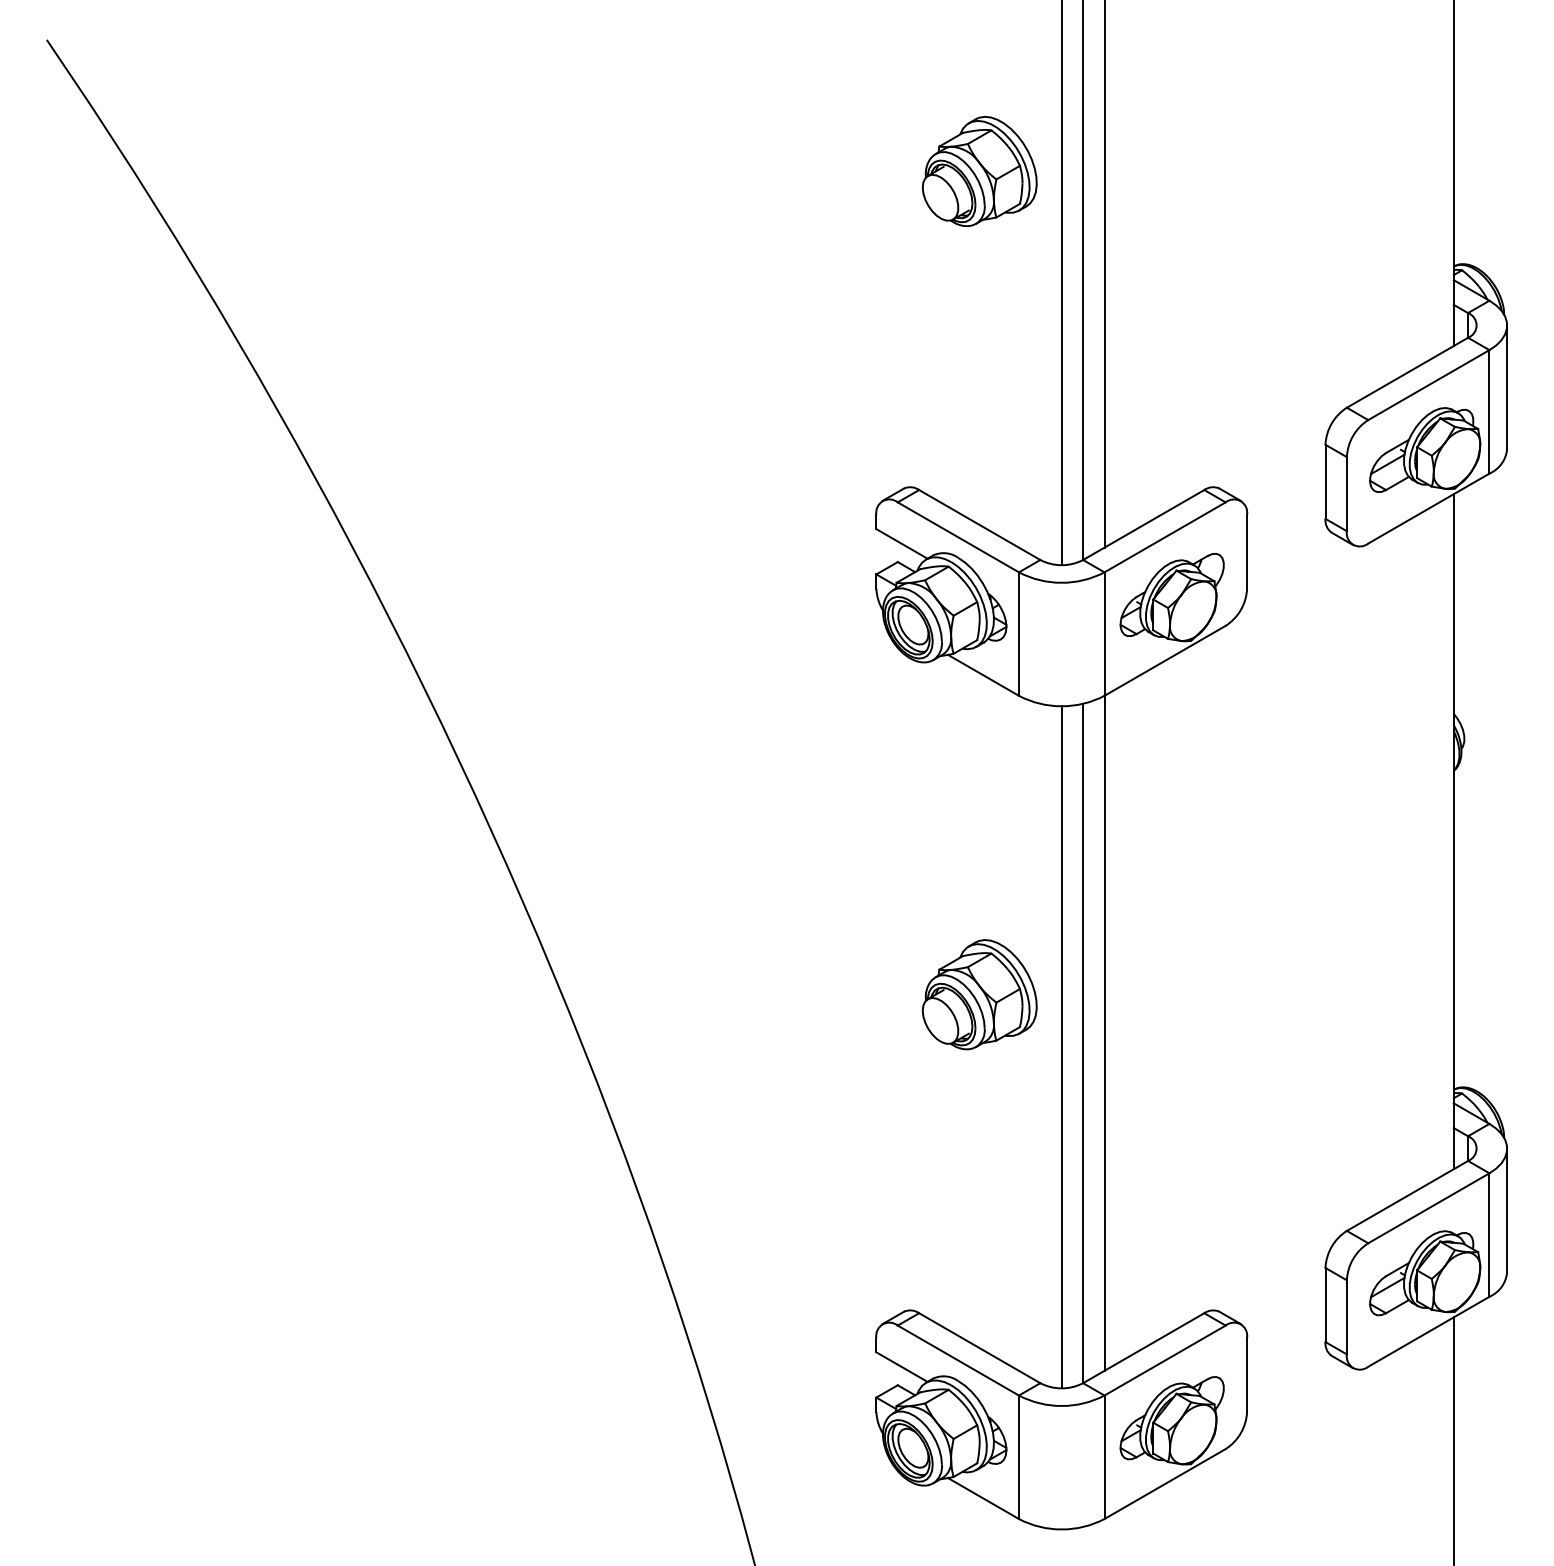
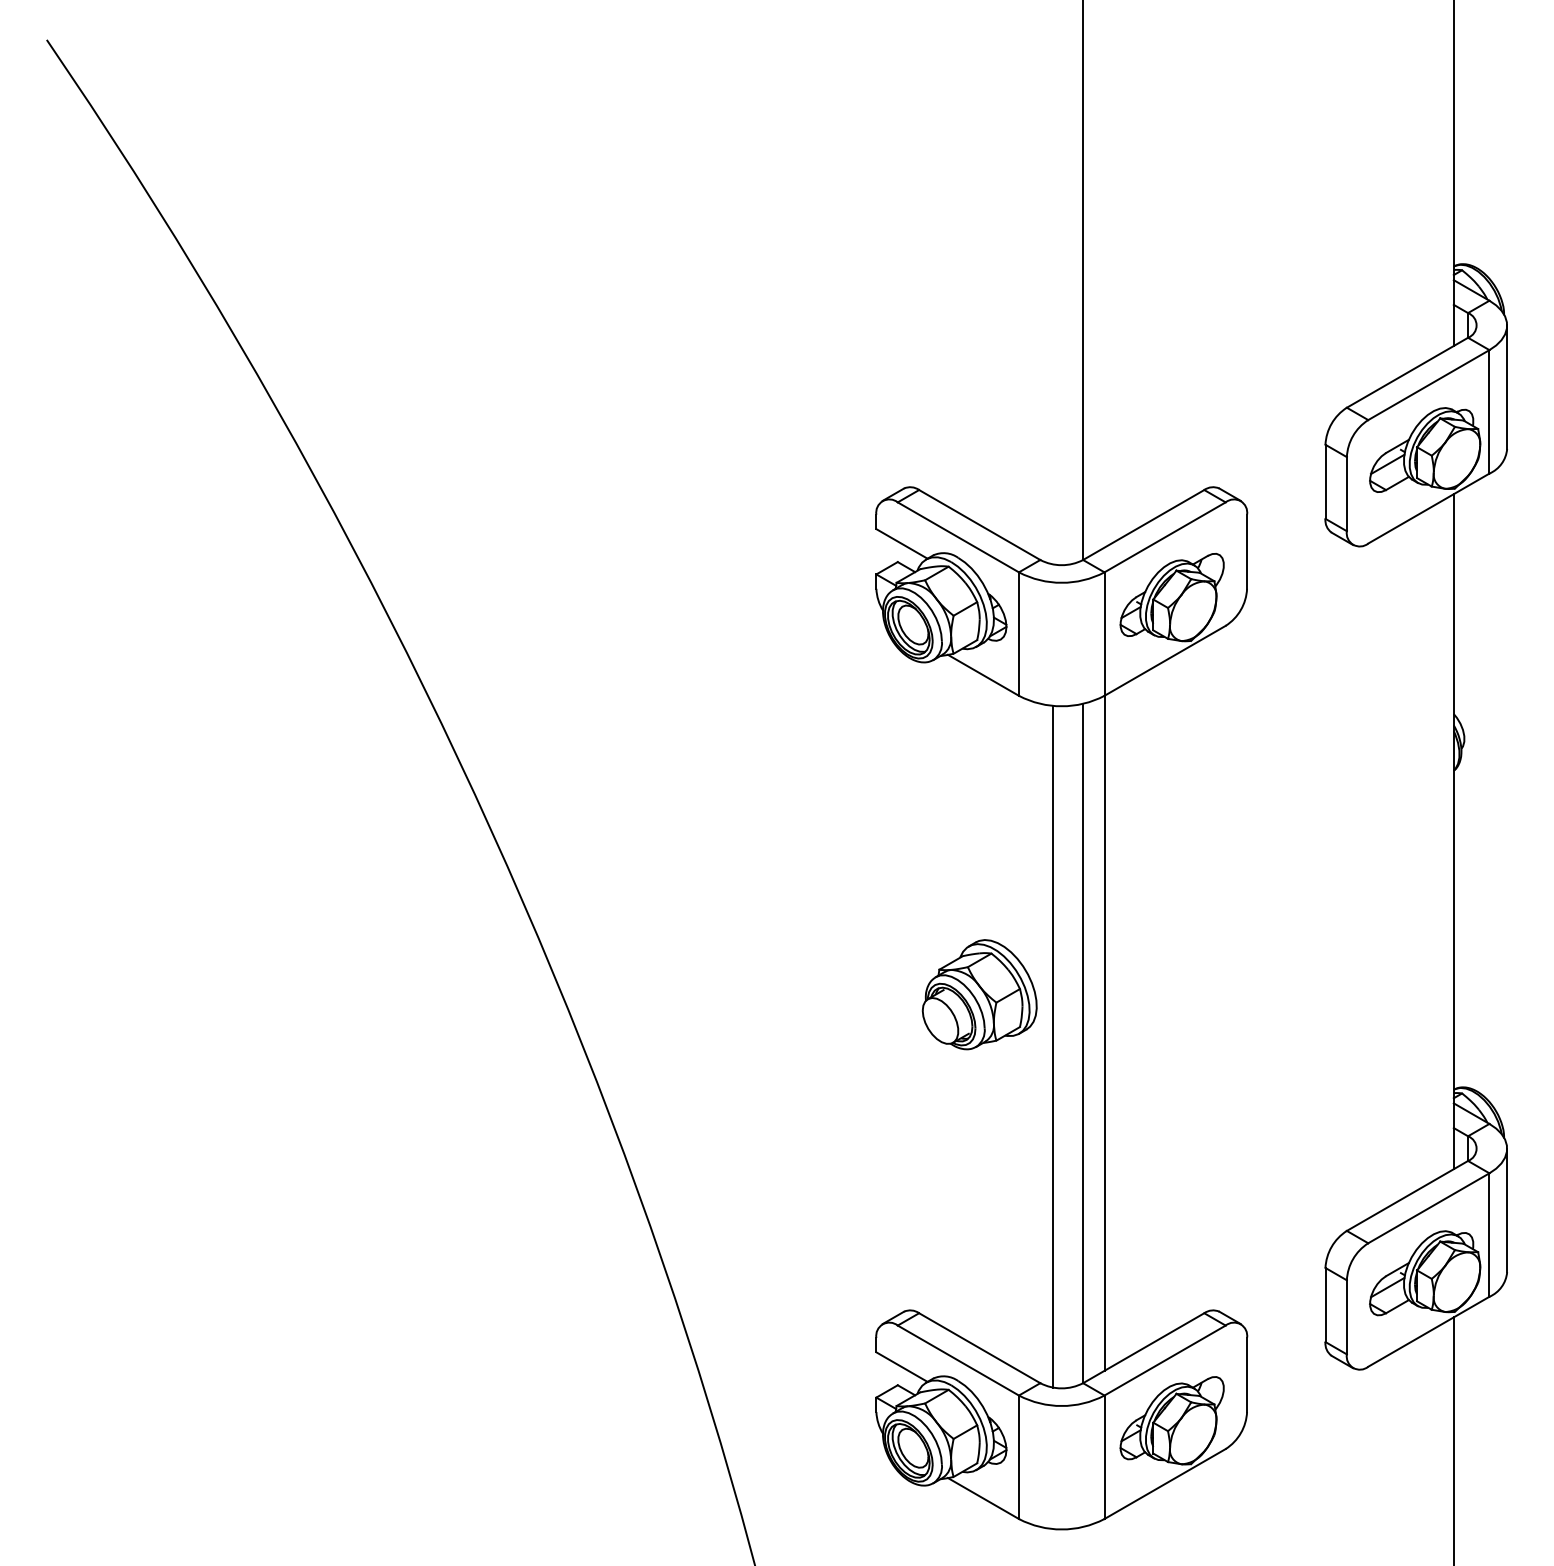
part at (979, 171): present -> none
line at (1104, 274): present -> none
line at (1061, 283): present -> none
line at (1061, 1047) position: (1061, 1047) -> (1052, 1047)
